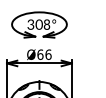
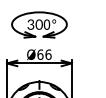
text at (46, 24): 8° -> 0°
